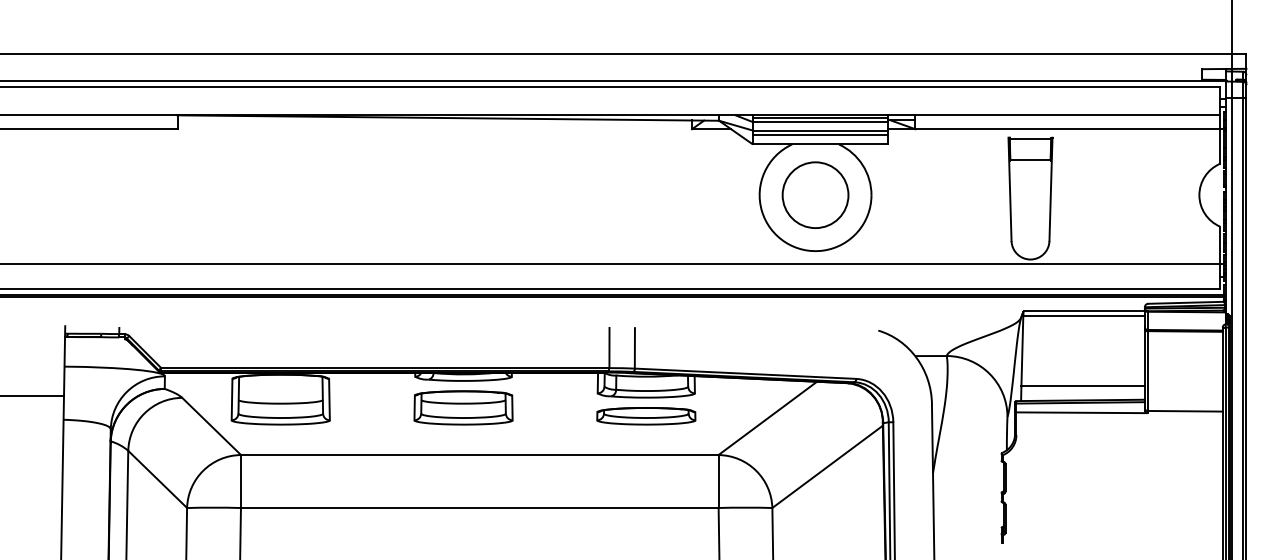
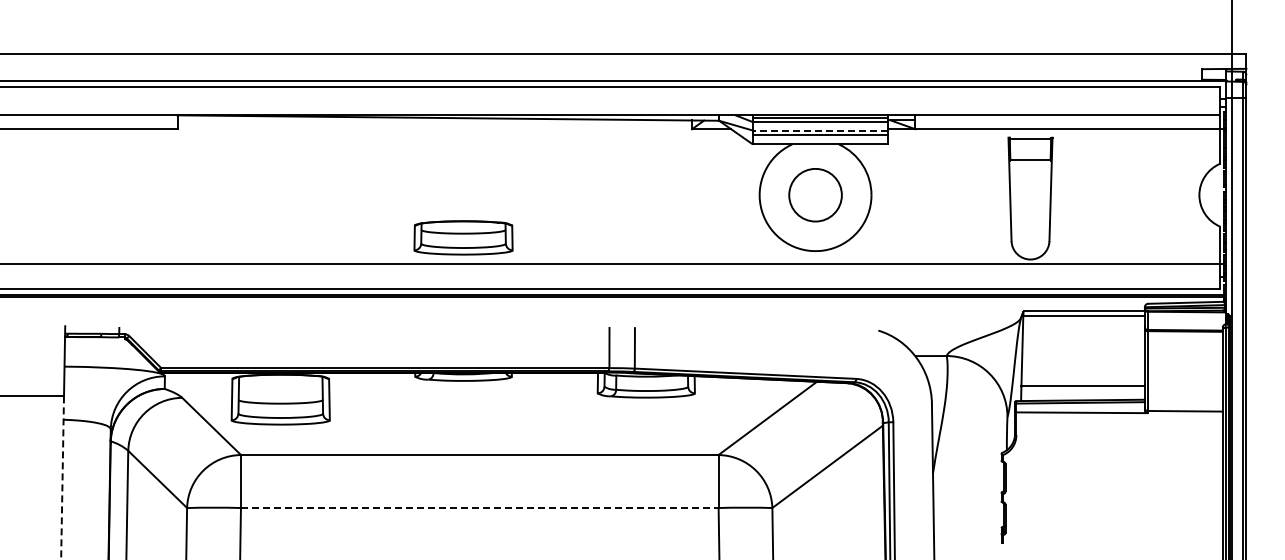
line at (820, 130): solid -> dashed
circle at (815, 195) diameter: 66 px -> 53 px
part at (463, 407) position: (463, 407) -> (463, 237)
part at (646, 416): present -> none
line at (62, 477): solid -> dashed
line at (479, 507): solid -> dashed
